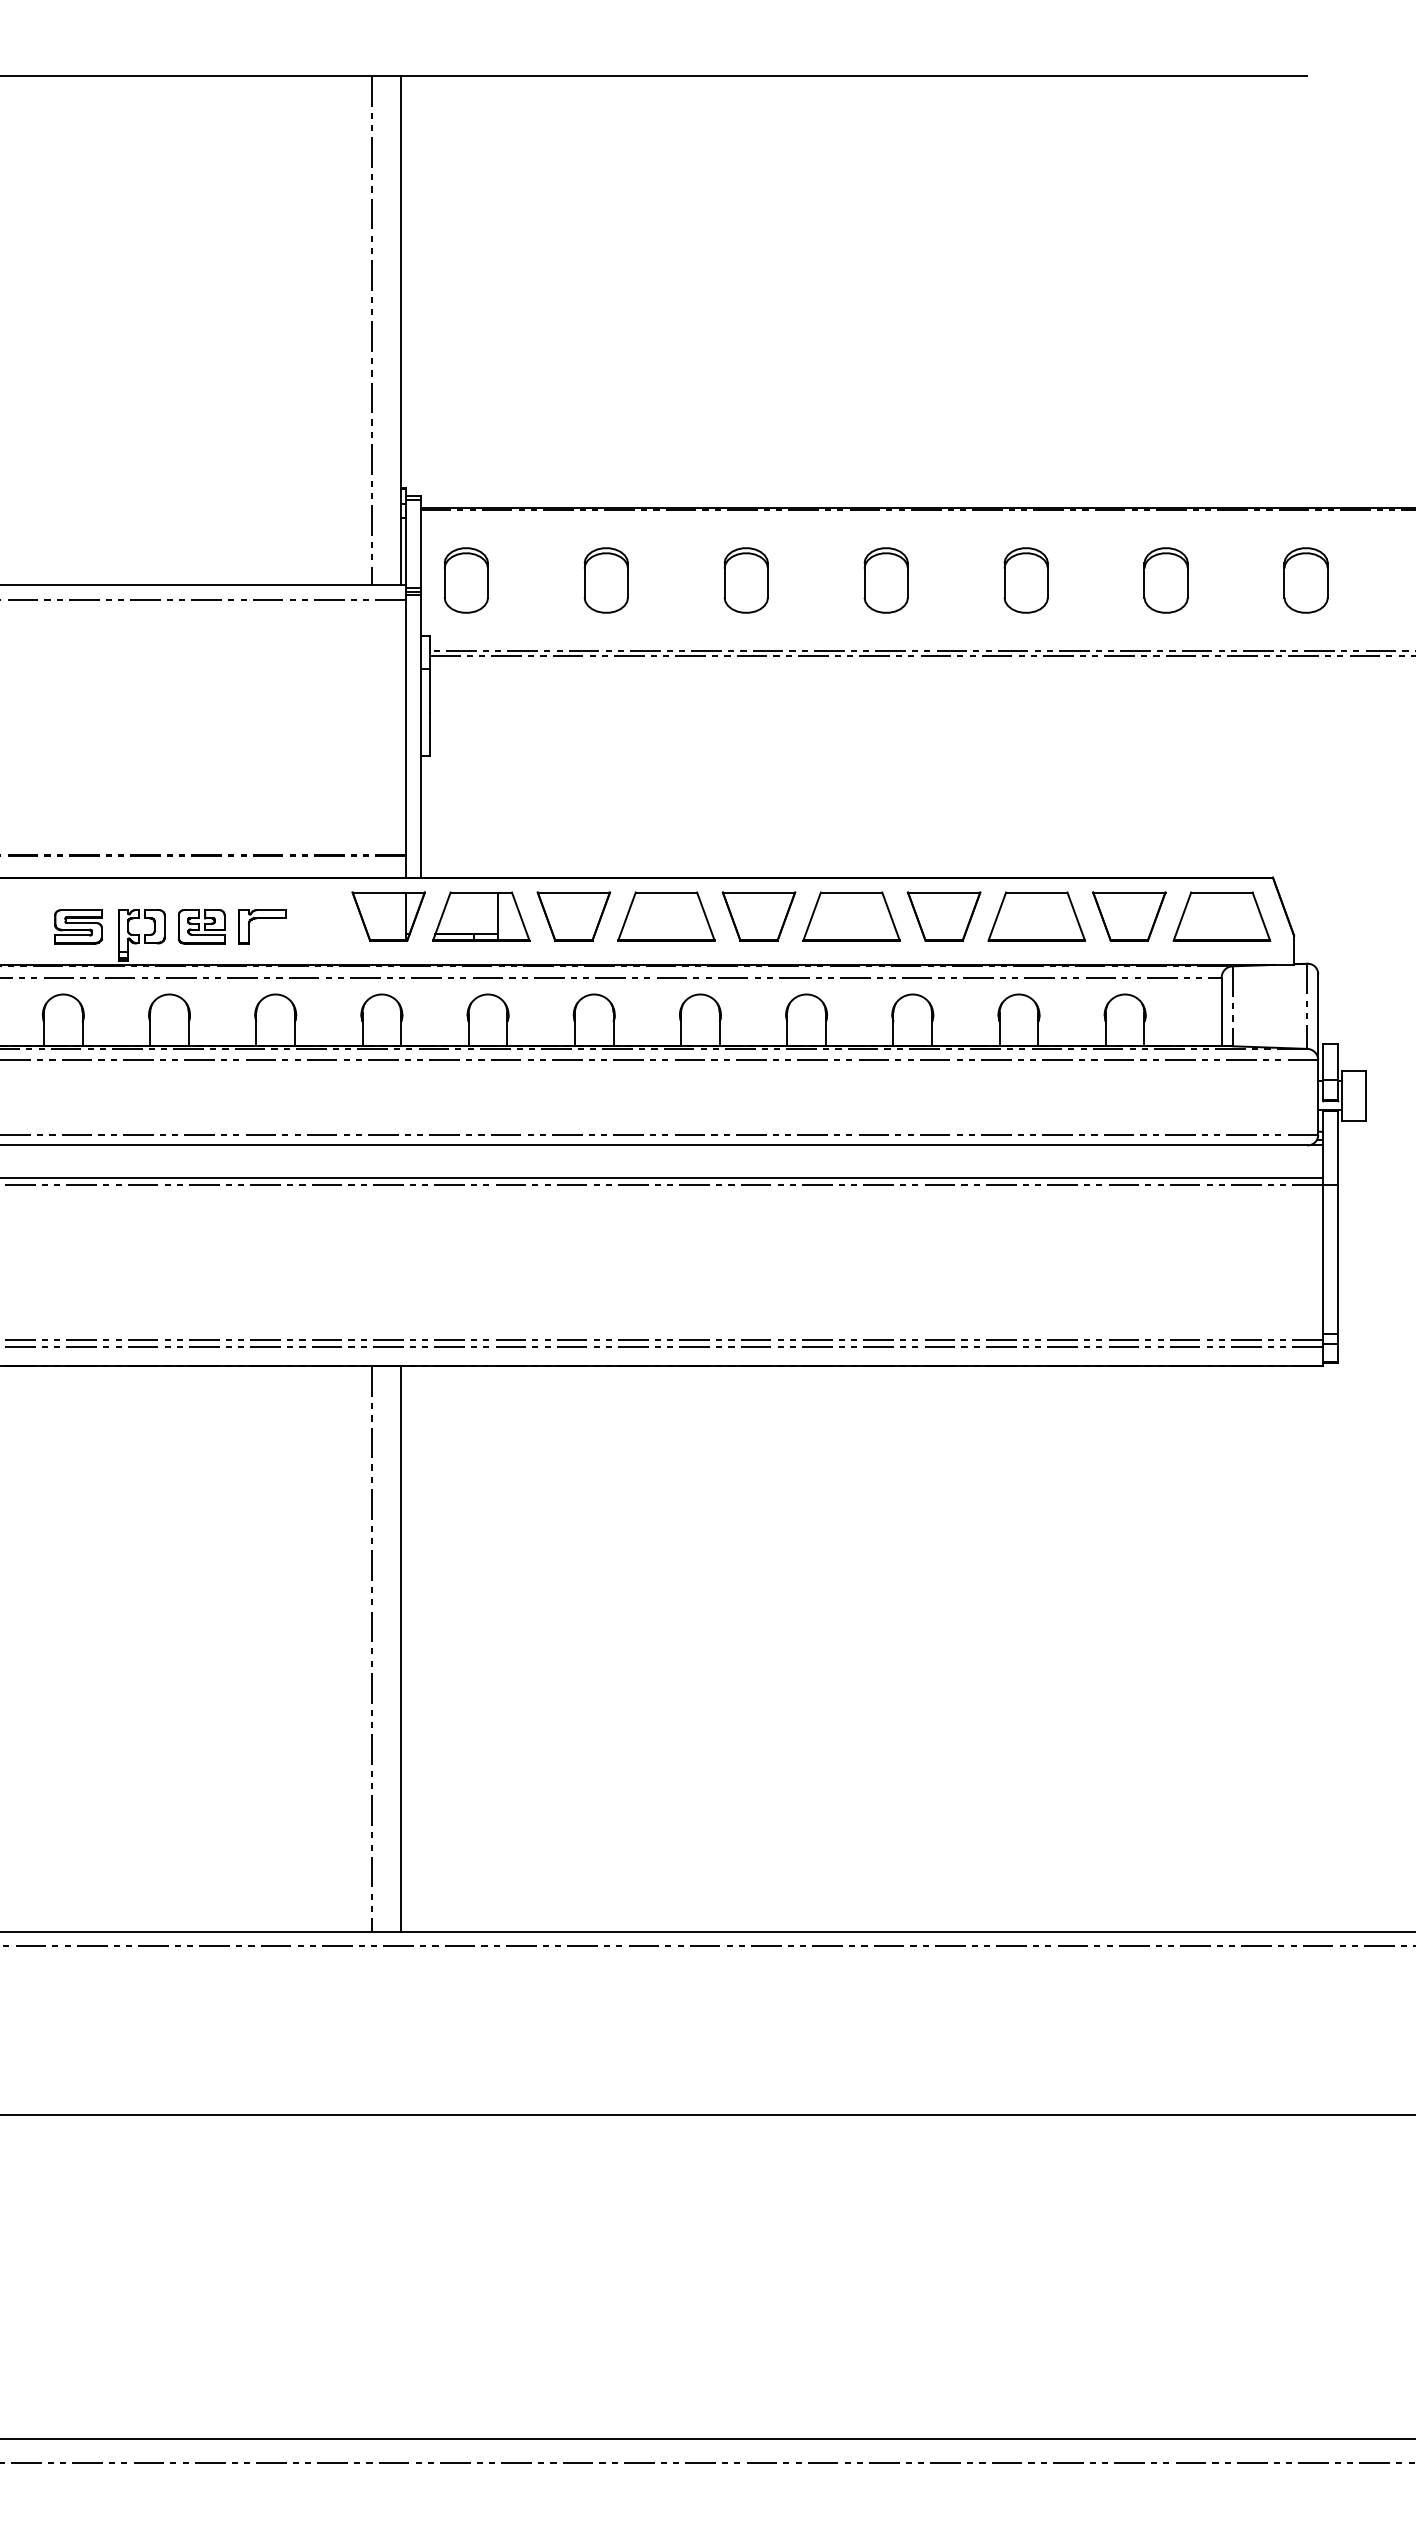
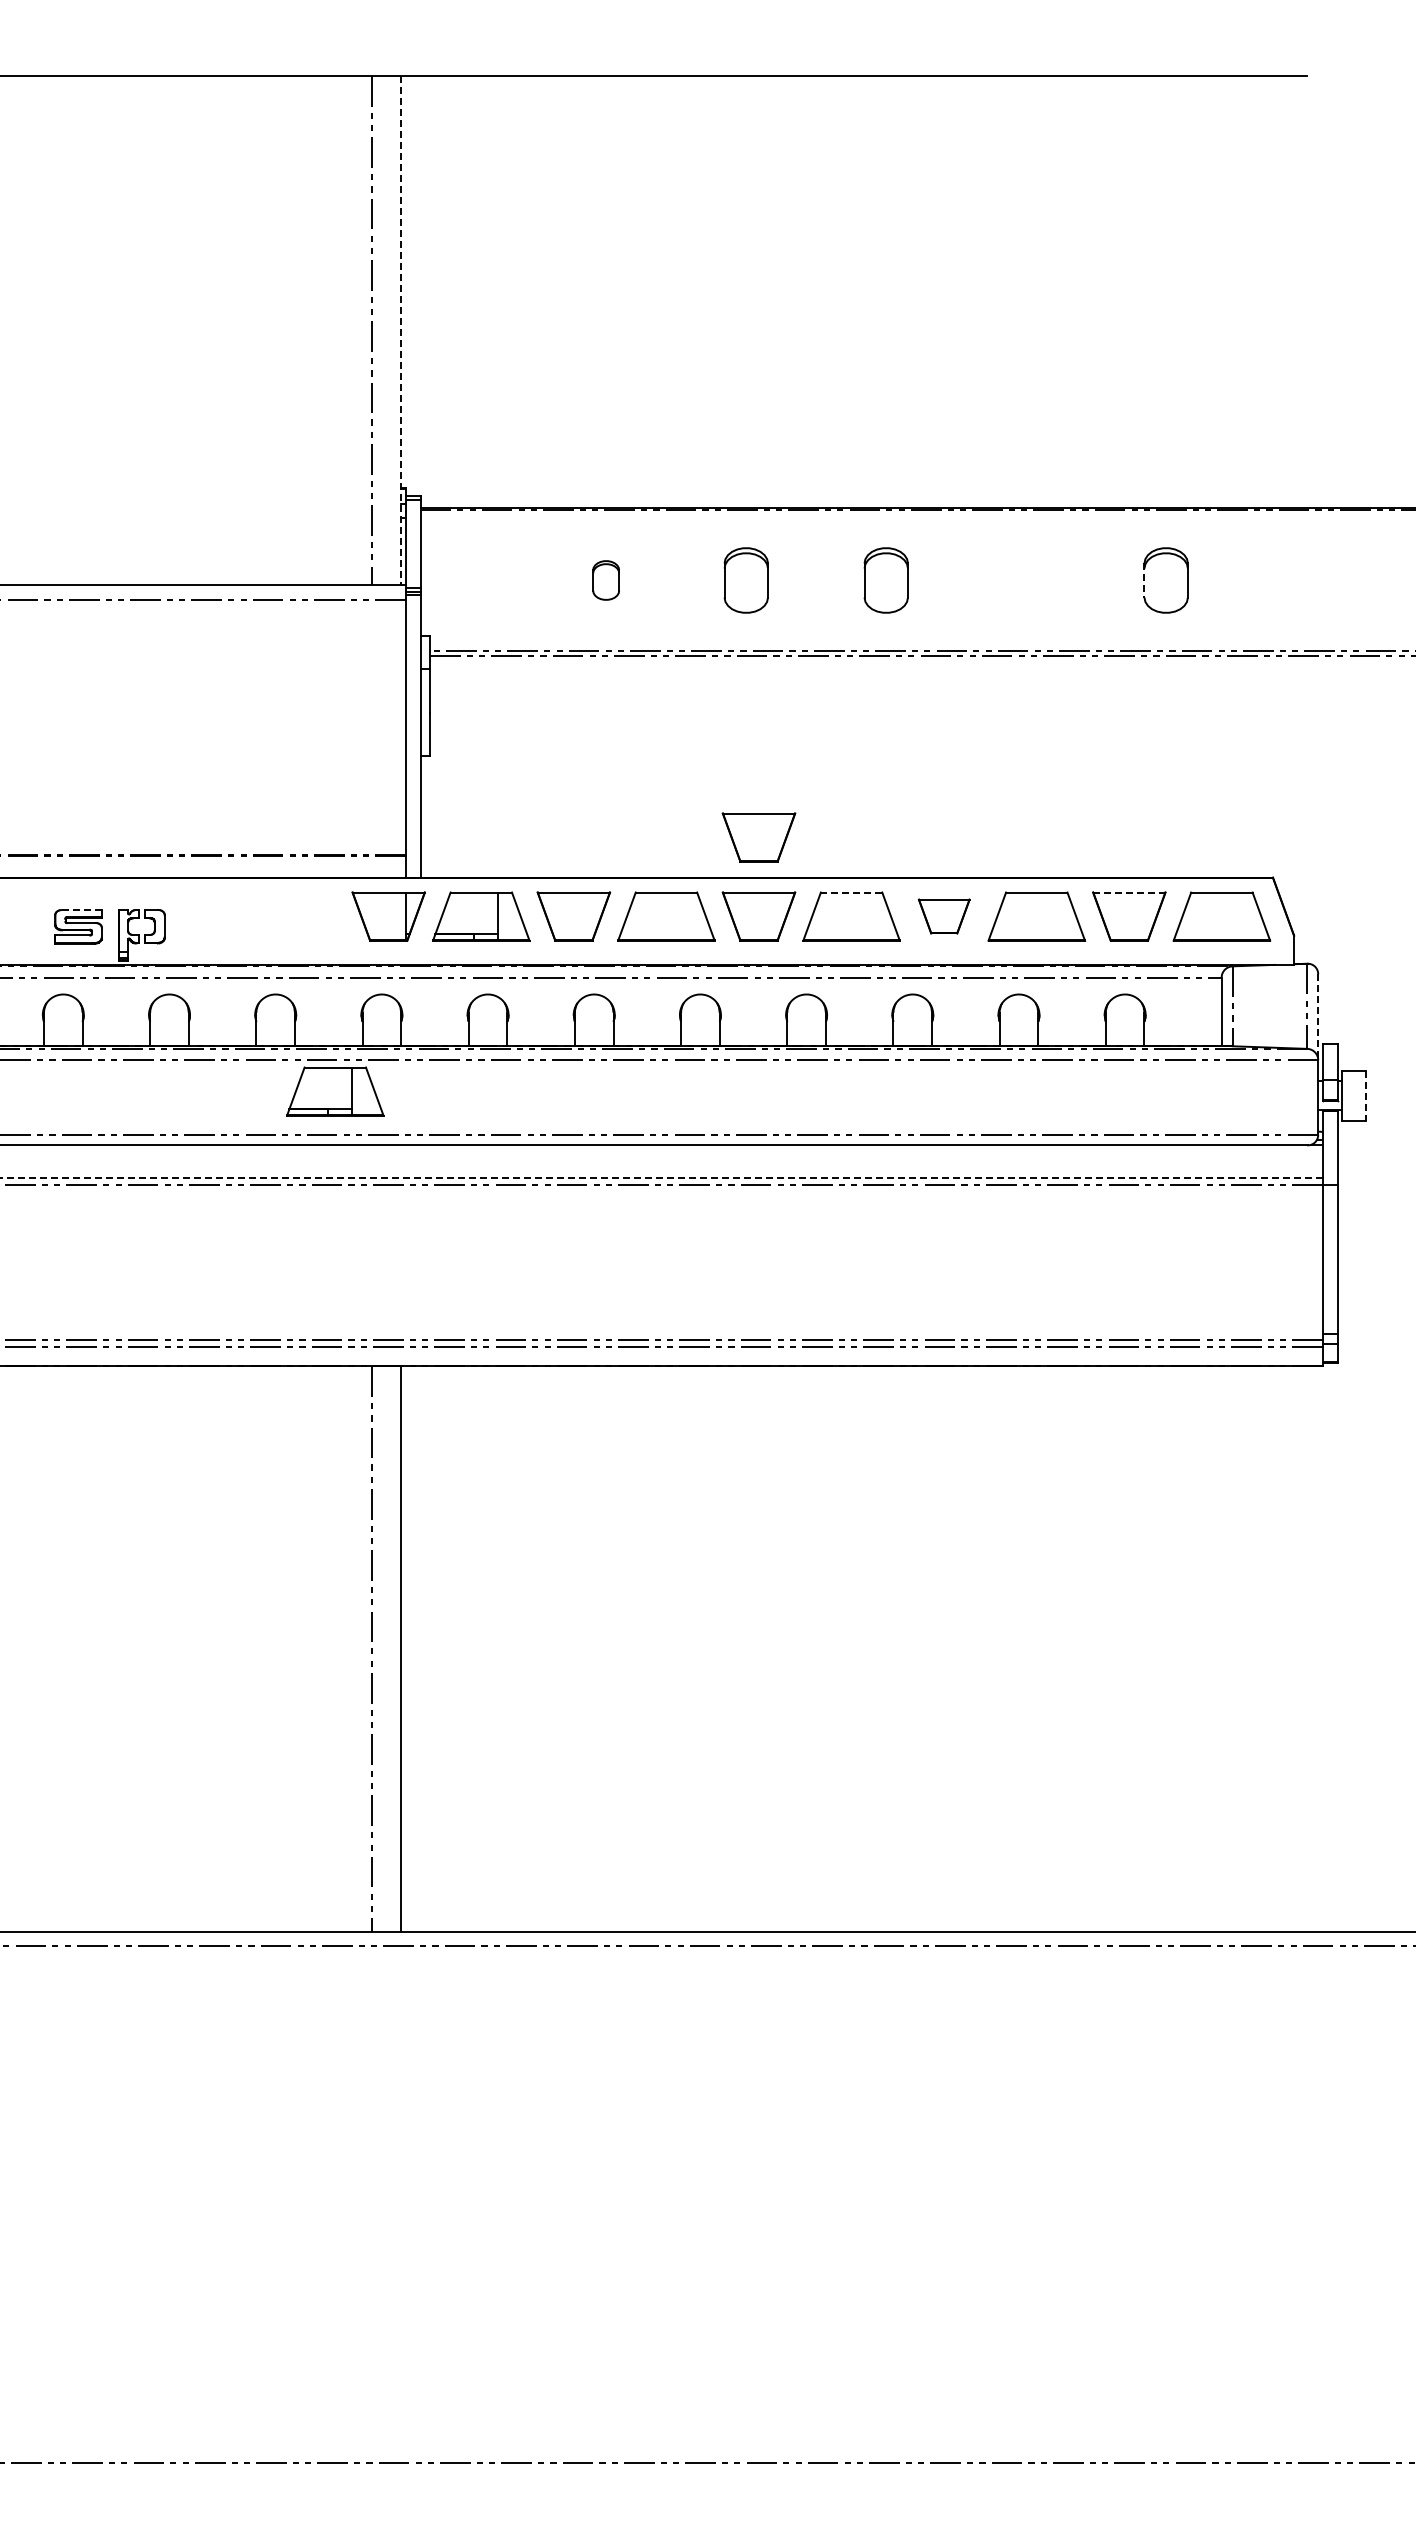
line at (401, 331): solid -> dashed
part at (465, 580): present -> none
part at (605, 580) size: 46x67 px -> 28x41 px
part at (1025, 580): present -> none
line at (1144, 580): solid -> dashed
part at (1305, 580): present -> none
part at (758, 837): none -> present
line at (851, 892): solid -> dashed
line at (1128, 892): solid -> dashed
line at (81, 910): solid -> dashed
part at (944, 916) size: 75x51 px -> 54x37 px
part at (262, 918): present -> none
part at (201, 926): present -> none
line at (1318, 1017): solid -> dashed
part at (335, 1091): none -> present
line at (1366, 1096): solid -> dashed
line at (661, 1178): solid -> dashed
line at (707, 2115): present -> none
line at (707, 2438): present -> none
